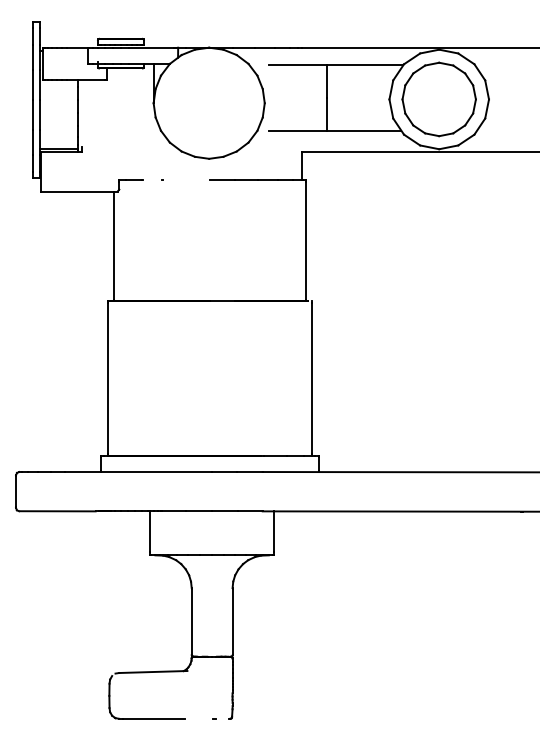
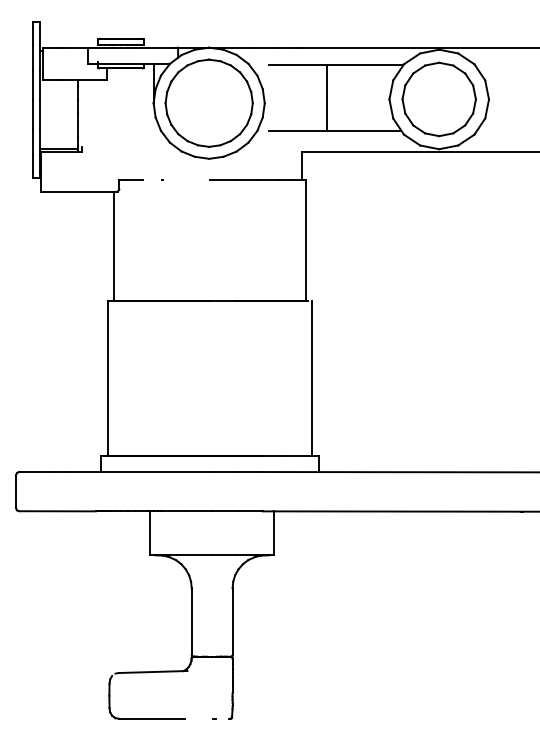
part at (208, 102): none -> present
